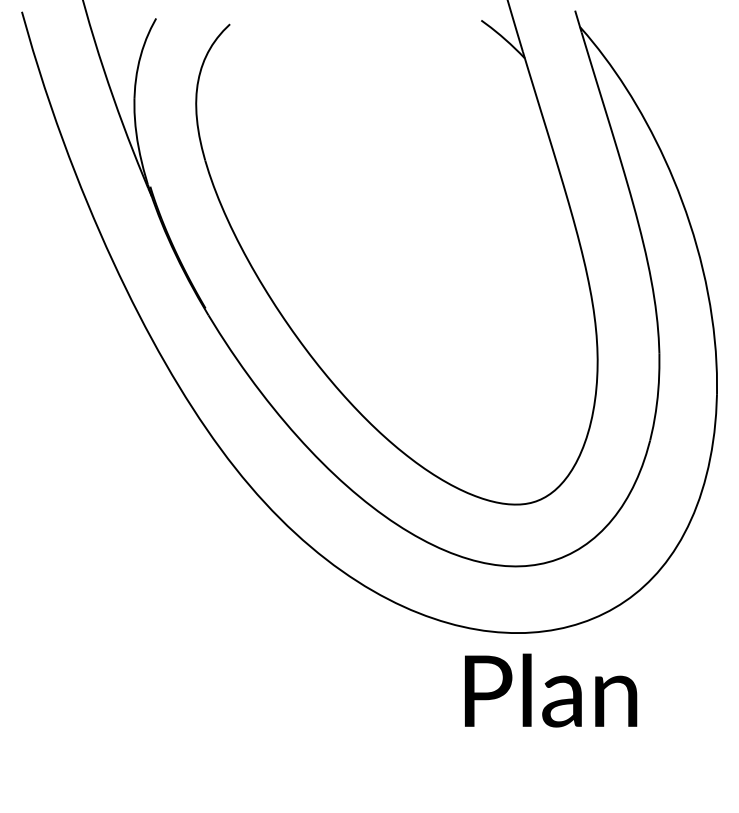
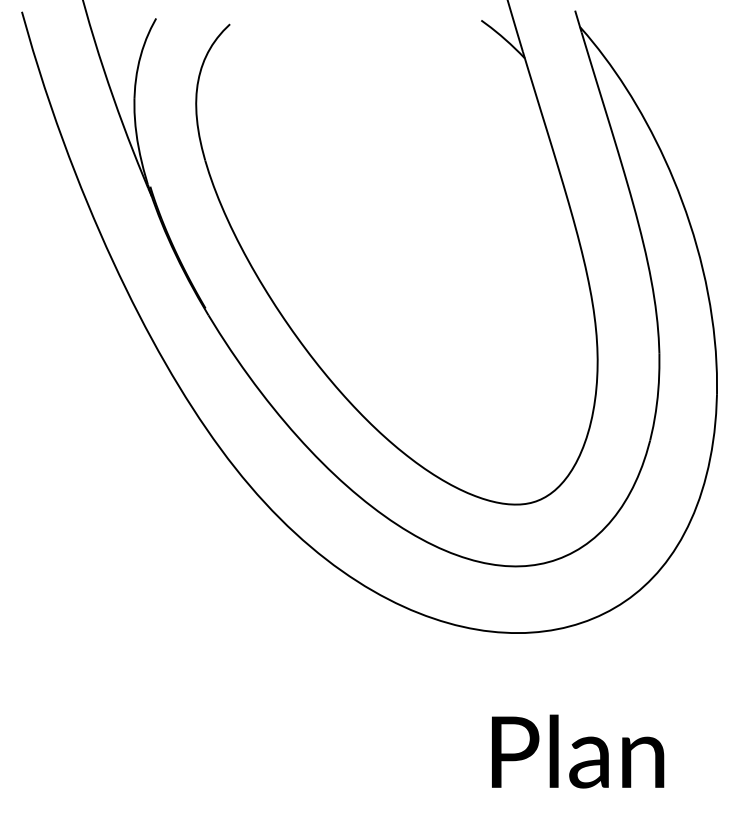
text at (551, 690) position: (551, 690) -> (578, 751)
